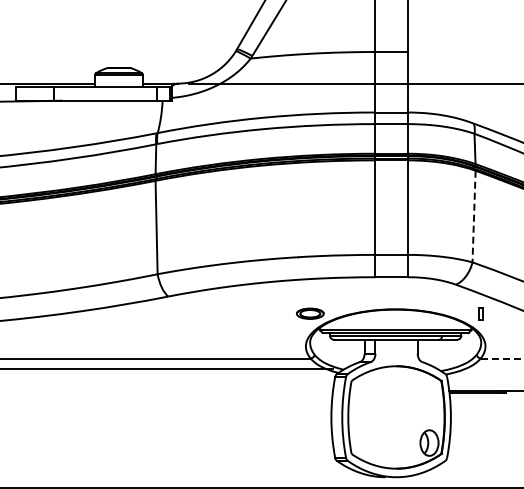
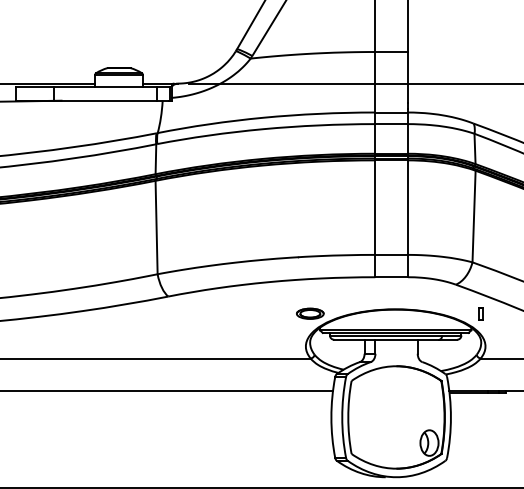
line at (474, 216): dashed -> solid
line at (502, 358): dashed -> solid
line at (167, 369) position: (167, 369) -> (167, 391)
